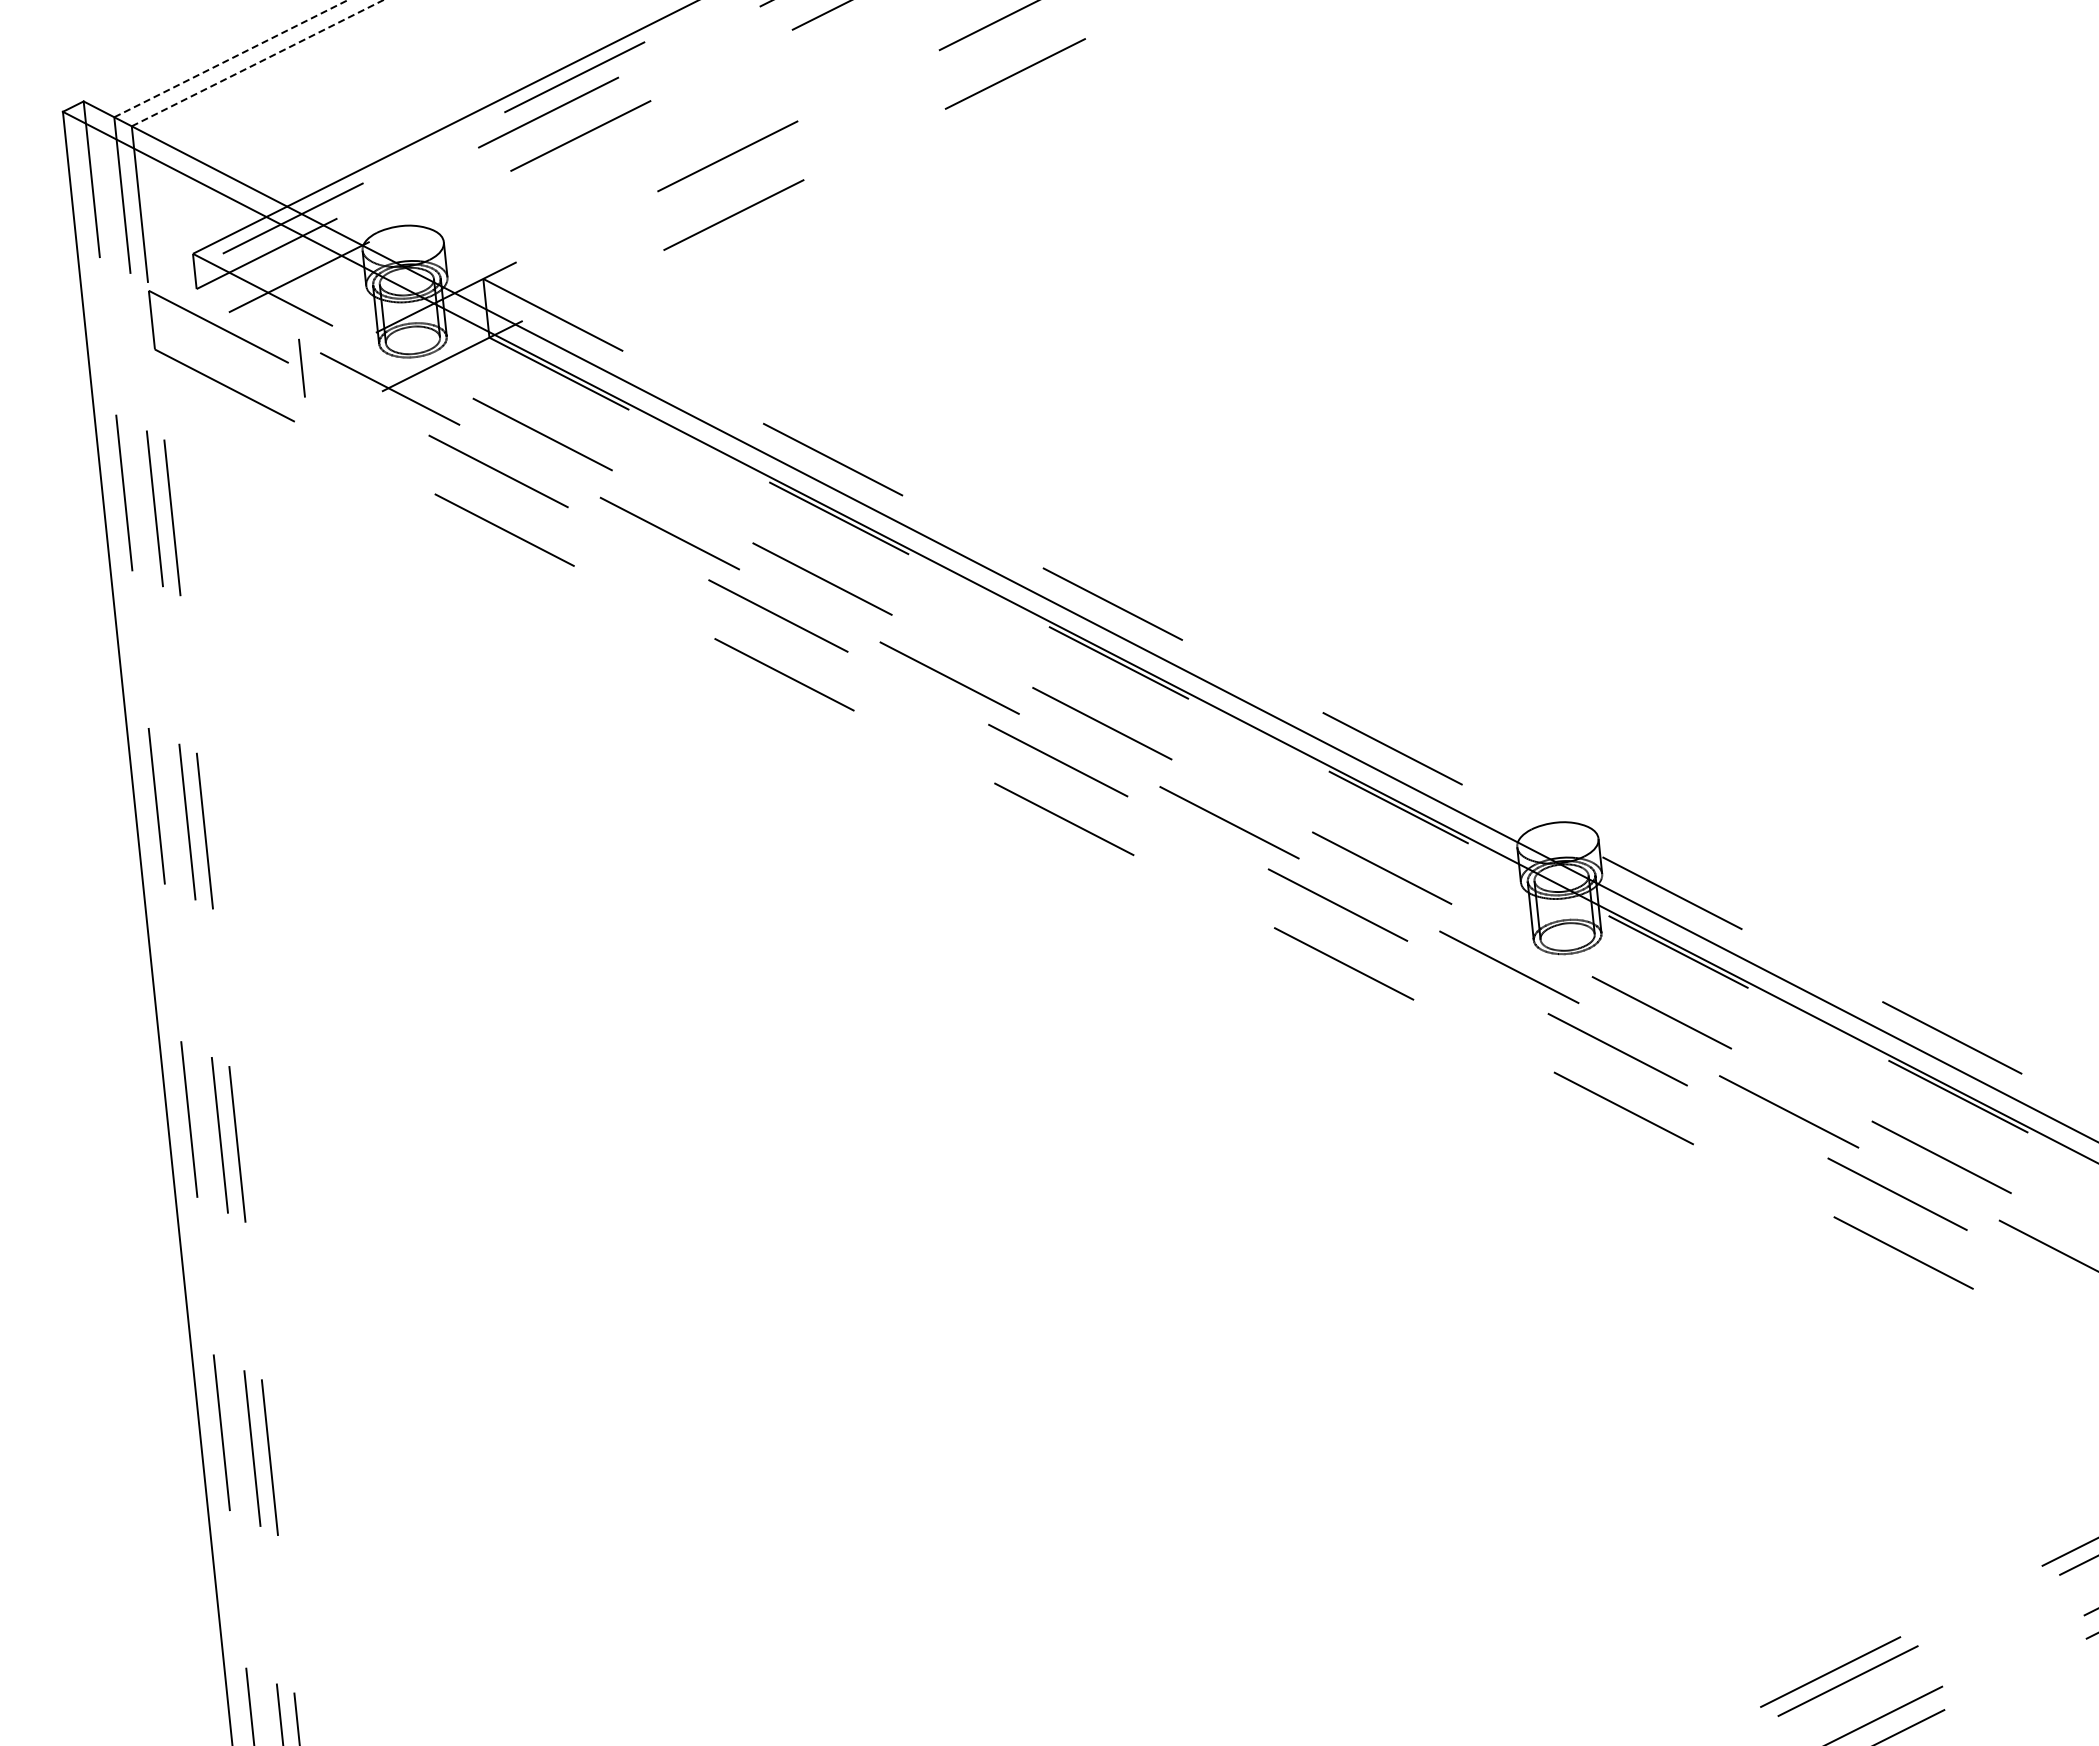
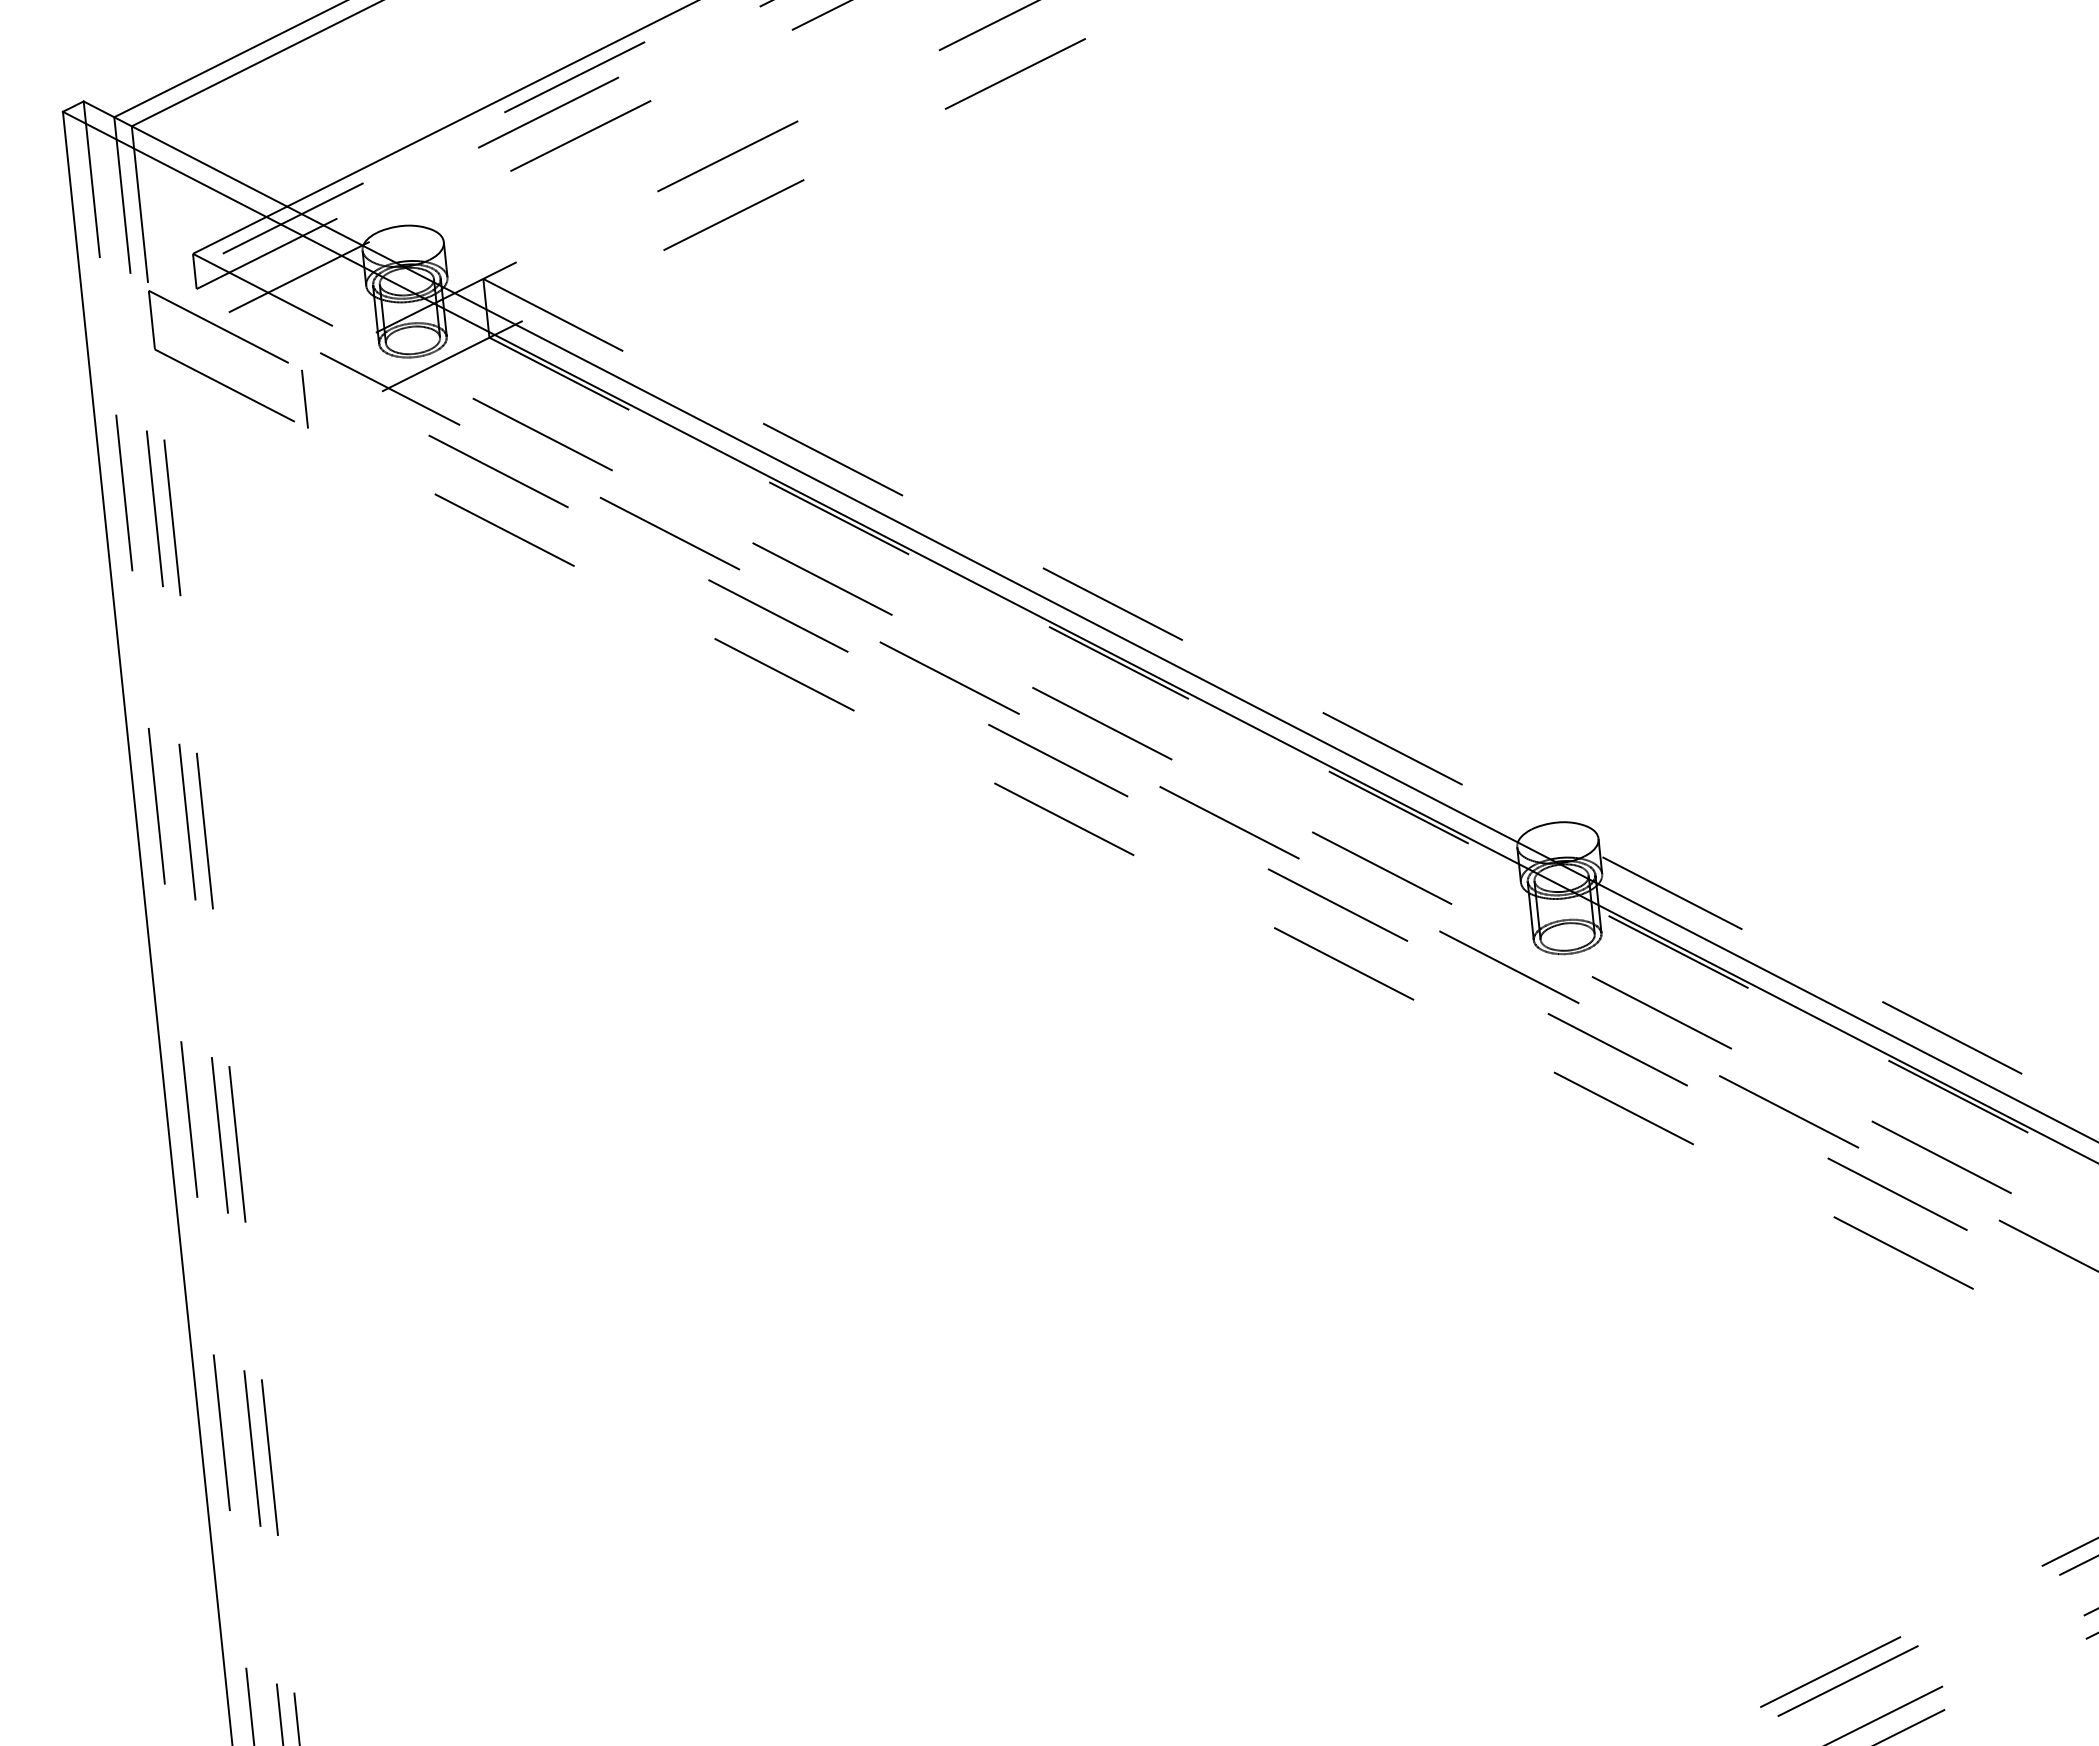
line at (231, 58): dashed -> solid
line at (257, 63): dashed -> solid
line at (301, 367) position: (301, 367) -> (304, 398)
